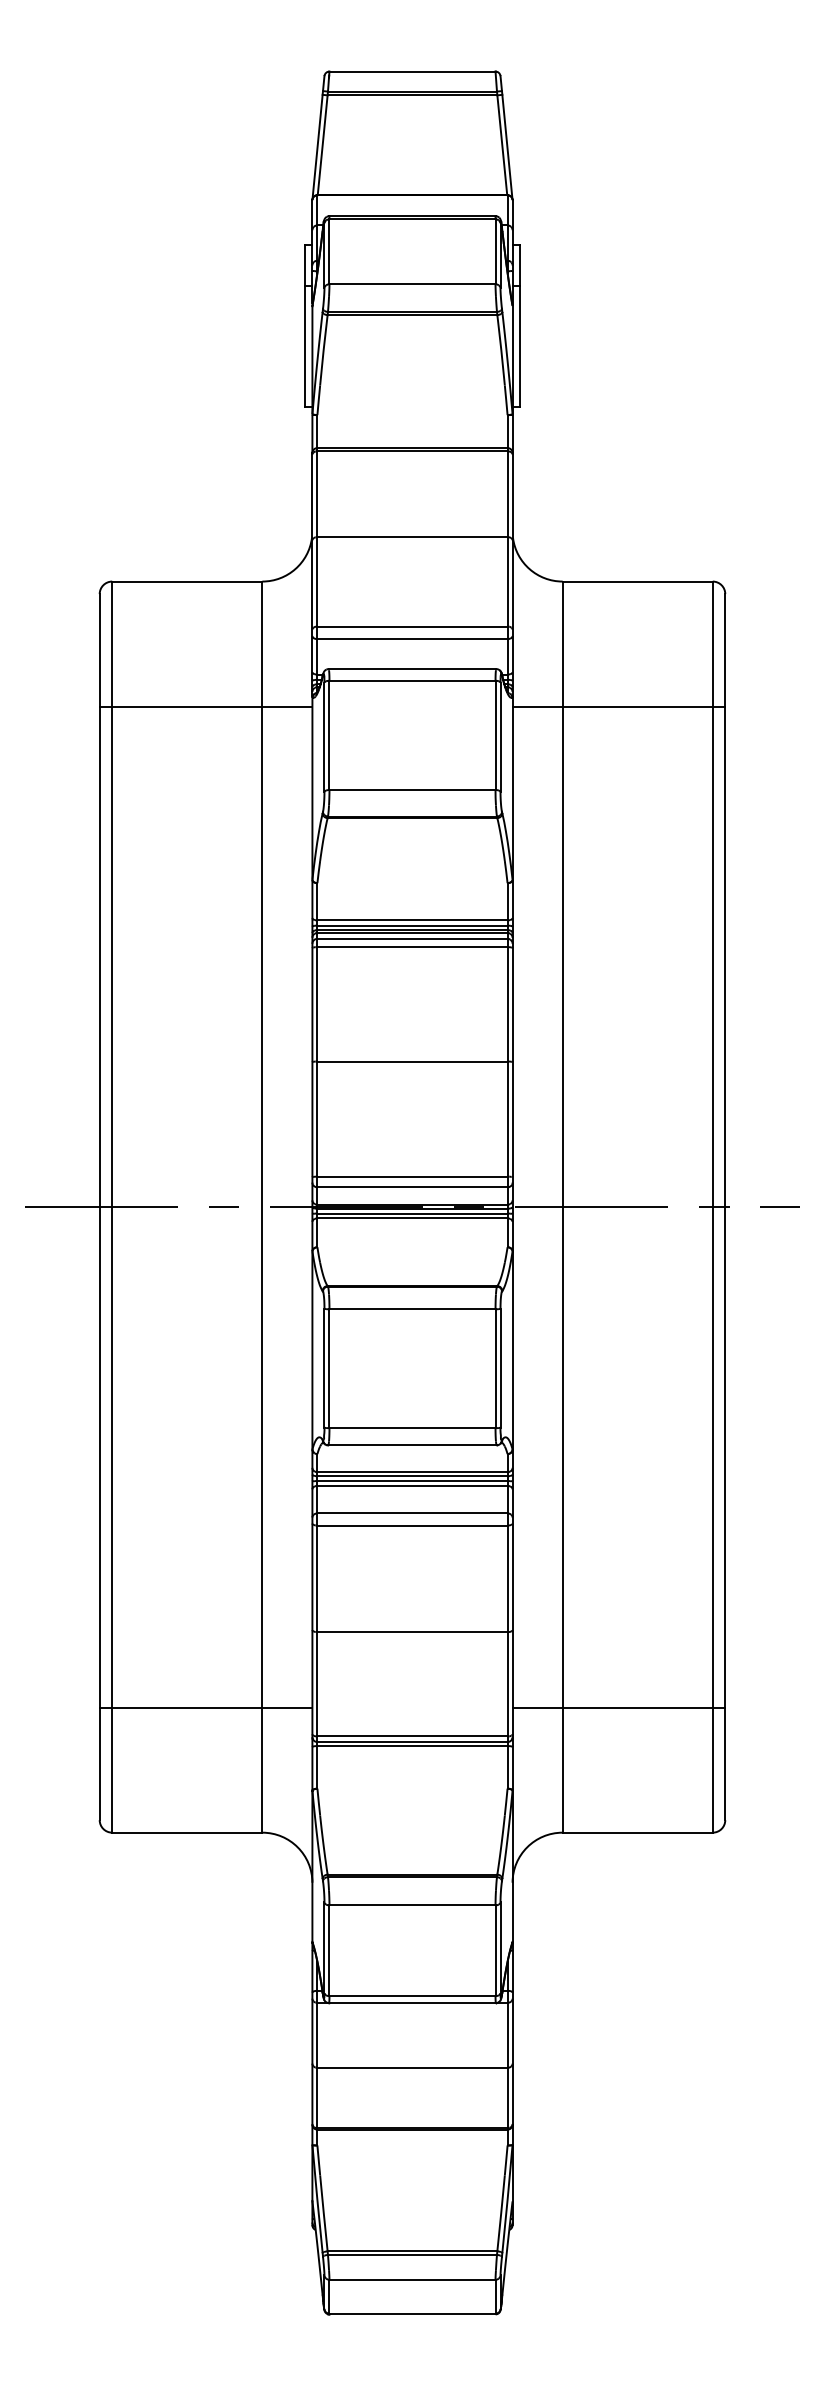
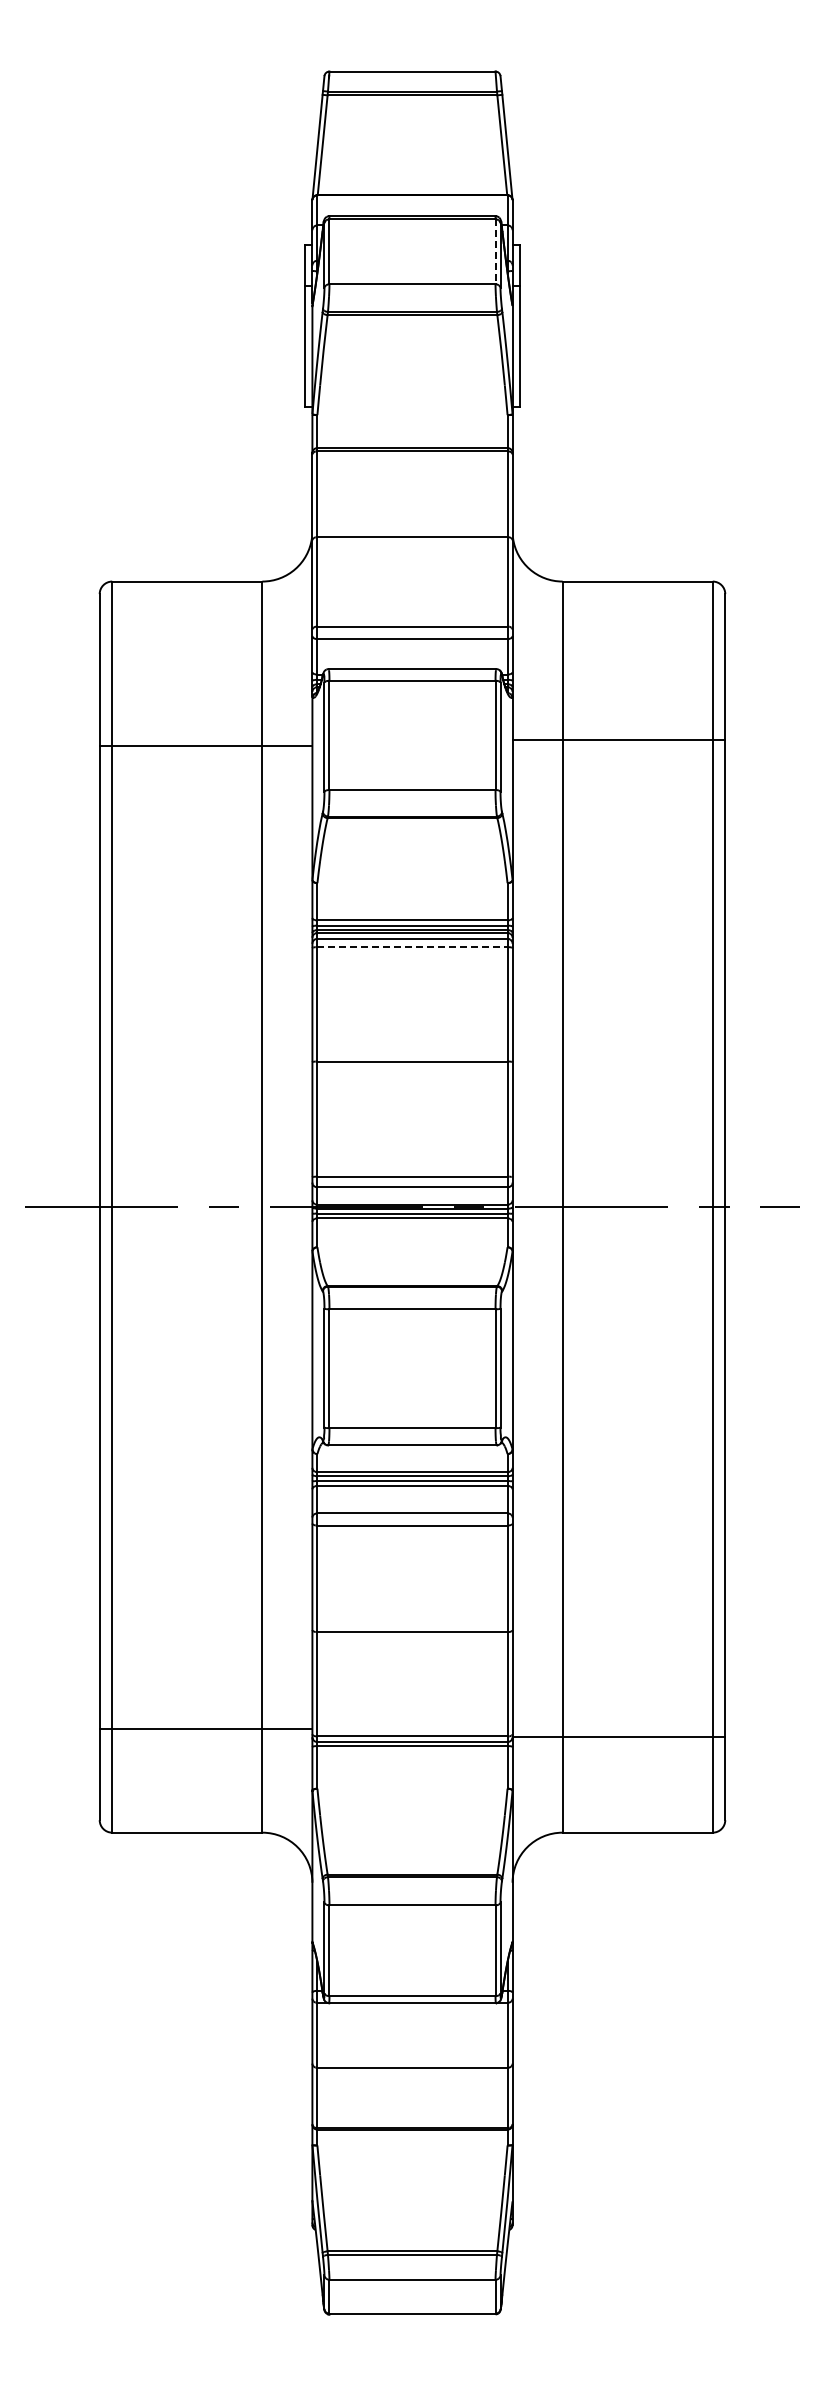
line at (495, 252): solid -> dashed
line at (205, 706) position: (205, 706) -> (205, 745)
line at (618, 706) position: (618, 706) -> (618, 739)
line at (412, 947): solid -> dashed
line at (205, 1707) position: (205, 1707) -> (205, 1728)
line at (618, 1707) position: (618, 1707) -> (618, 1736)
